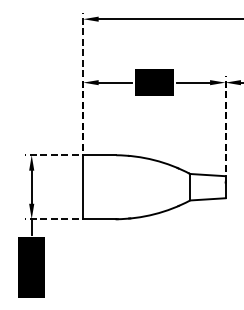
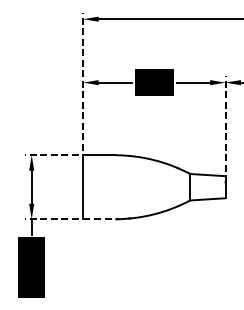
line at (100, 219): solid -> dashed
